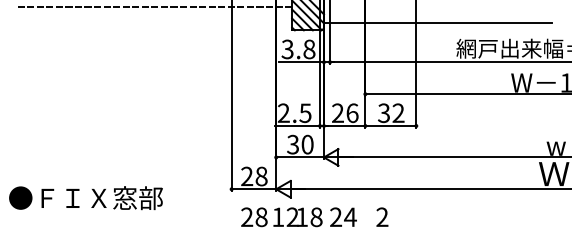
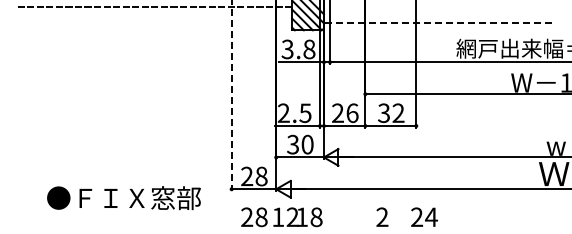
line at (437, 23): solid -> dashed
line at (231, 95): solid -> dashed
text at (85, 198) position: (85, 198) -> (123, 198)
text at (343, 216) position: (343, 216) -> (424, 216)
